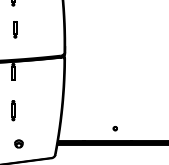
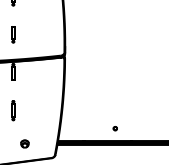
part at (15, 29) position: (15, 29) -> (13, 34)
part at (18, 143) position: (18, 143) -> (24, 143)
